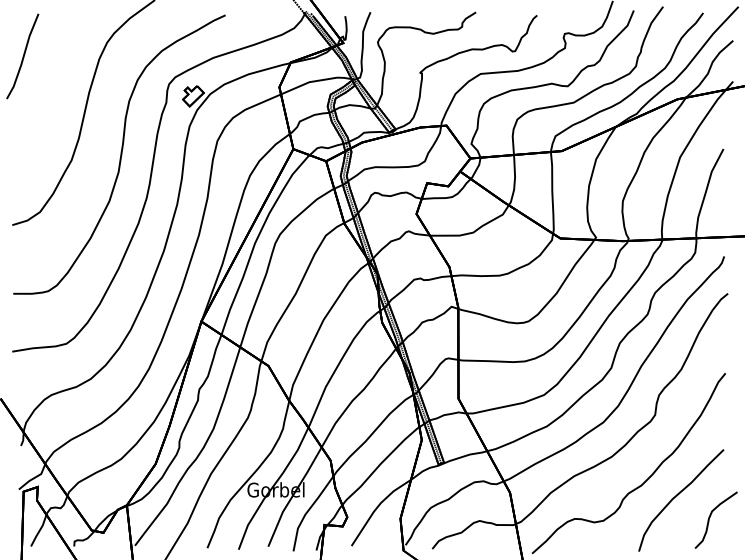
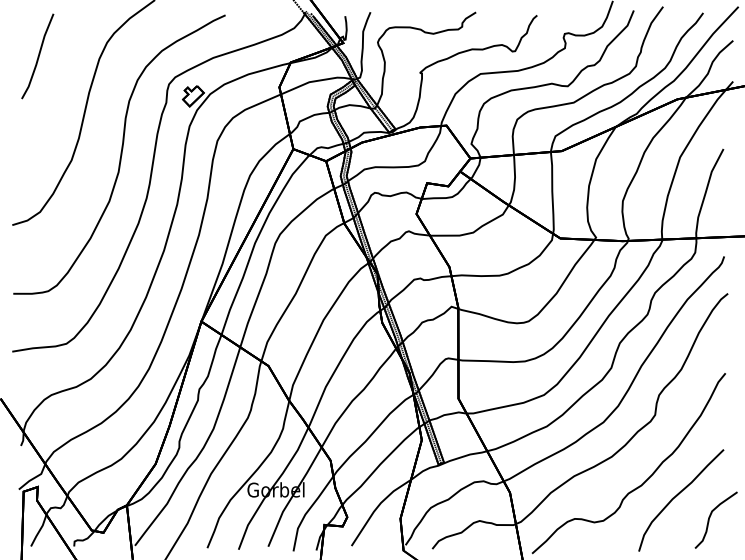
line at (22, 56) position: (22, 56) -> (37, 56)
